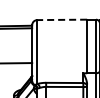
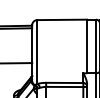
line at (62, 19): dashed -> solid
